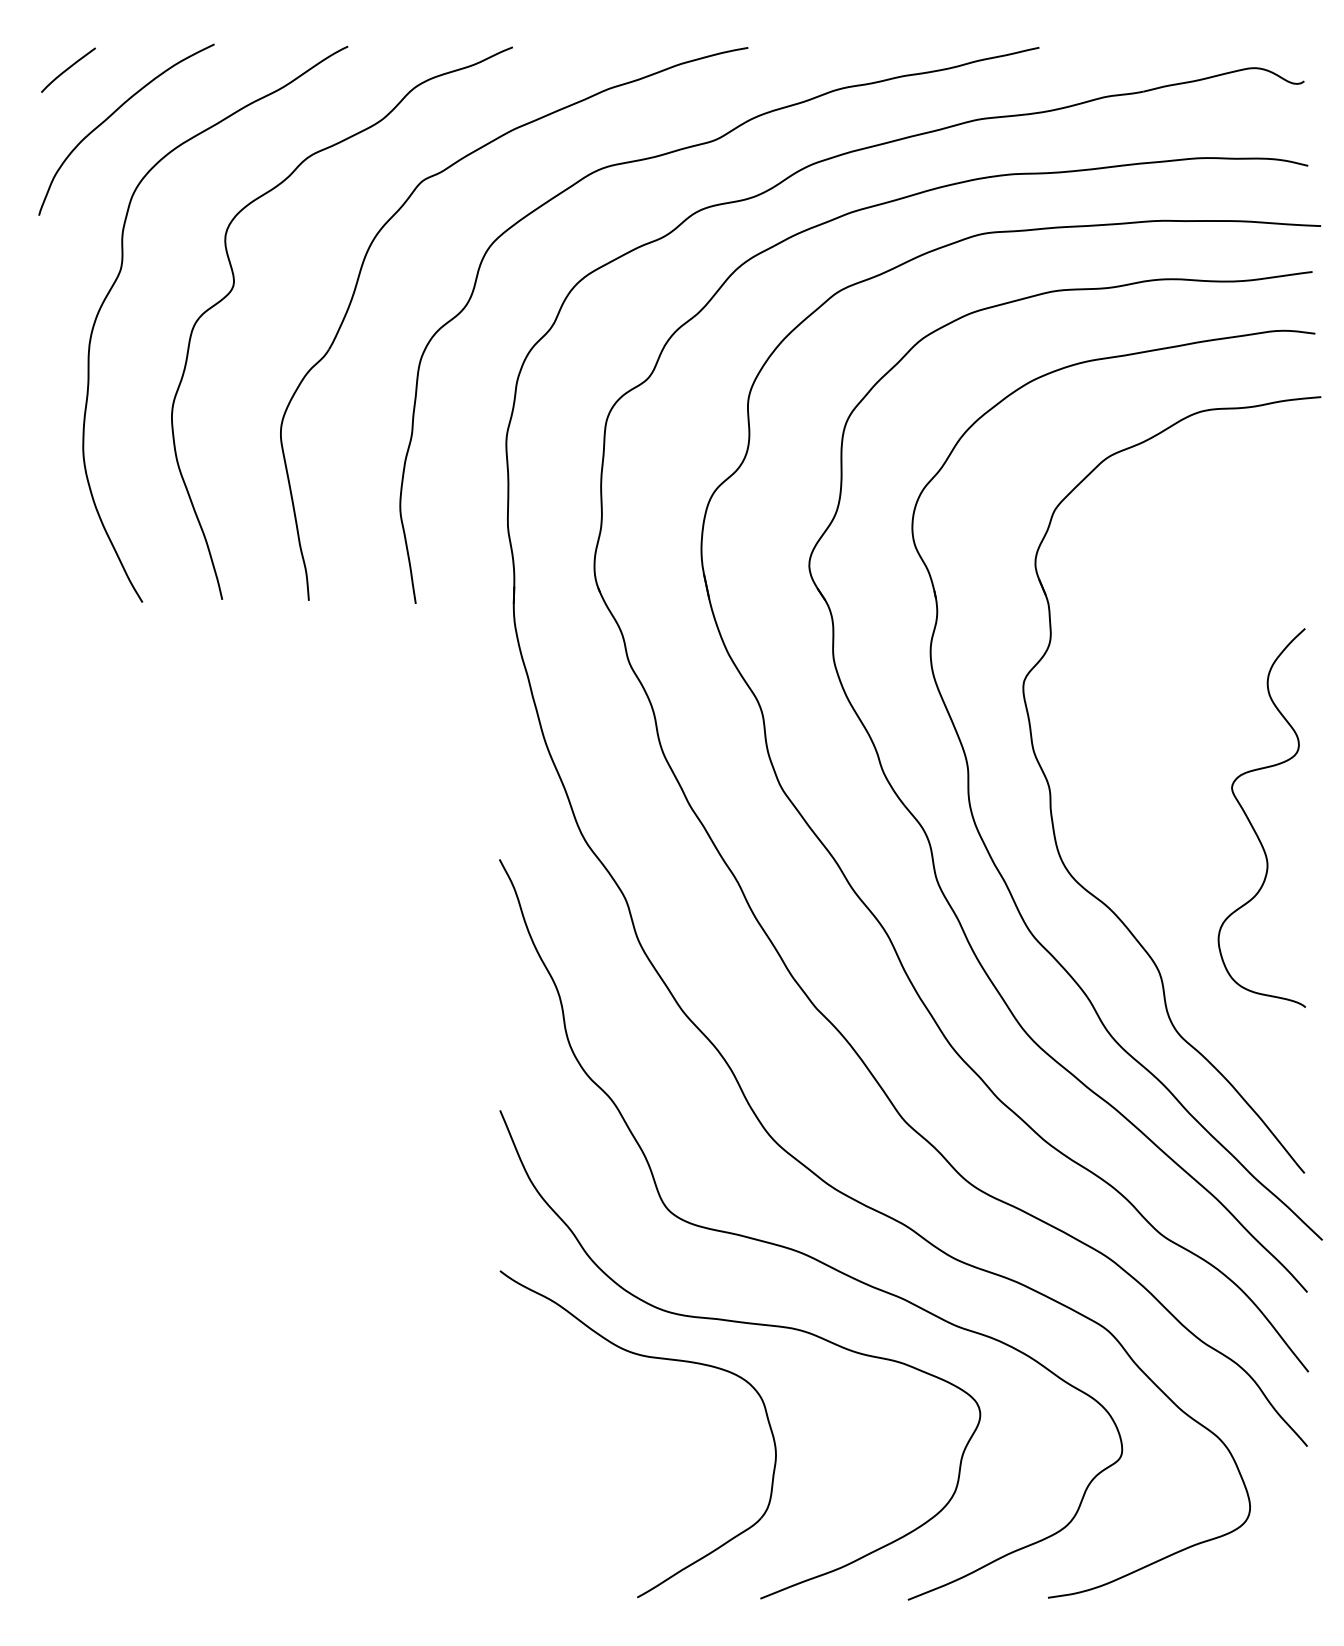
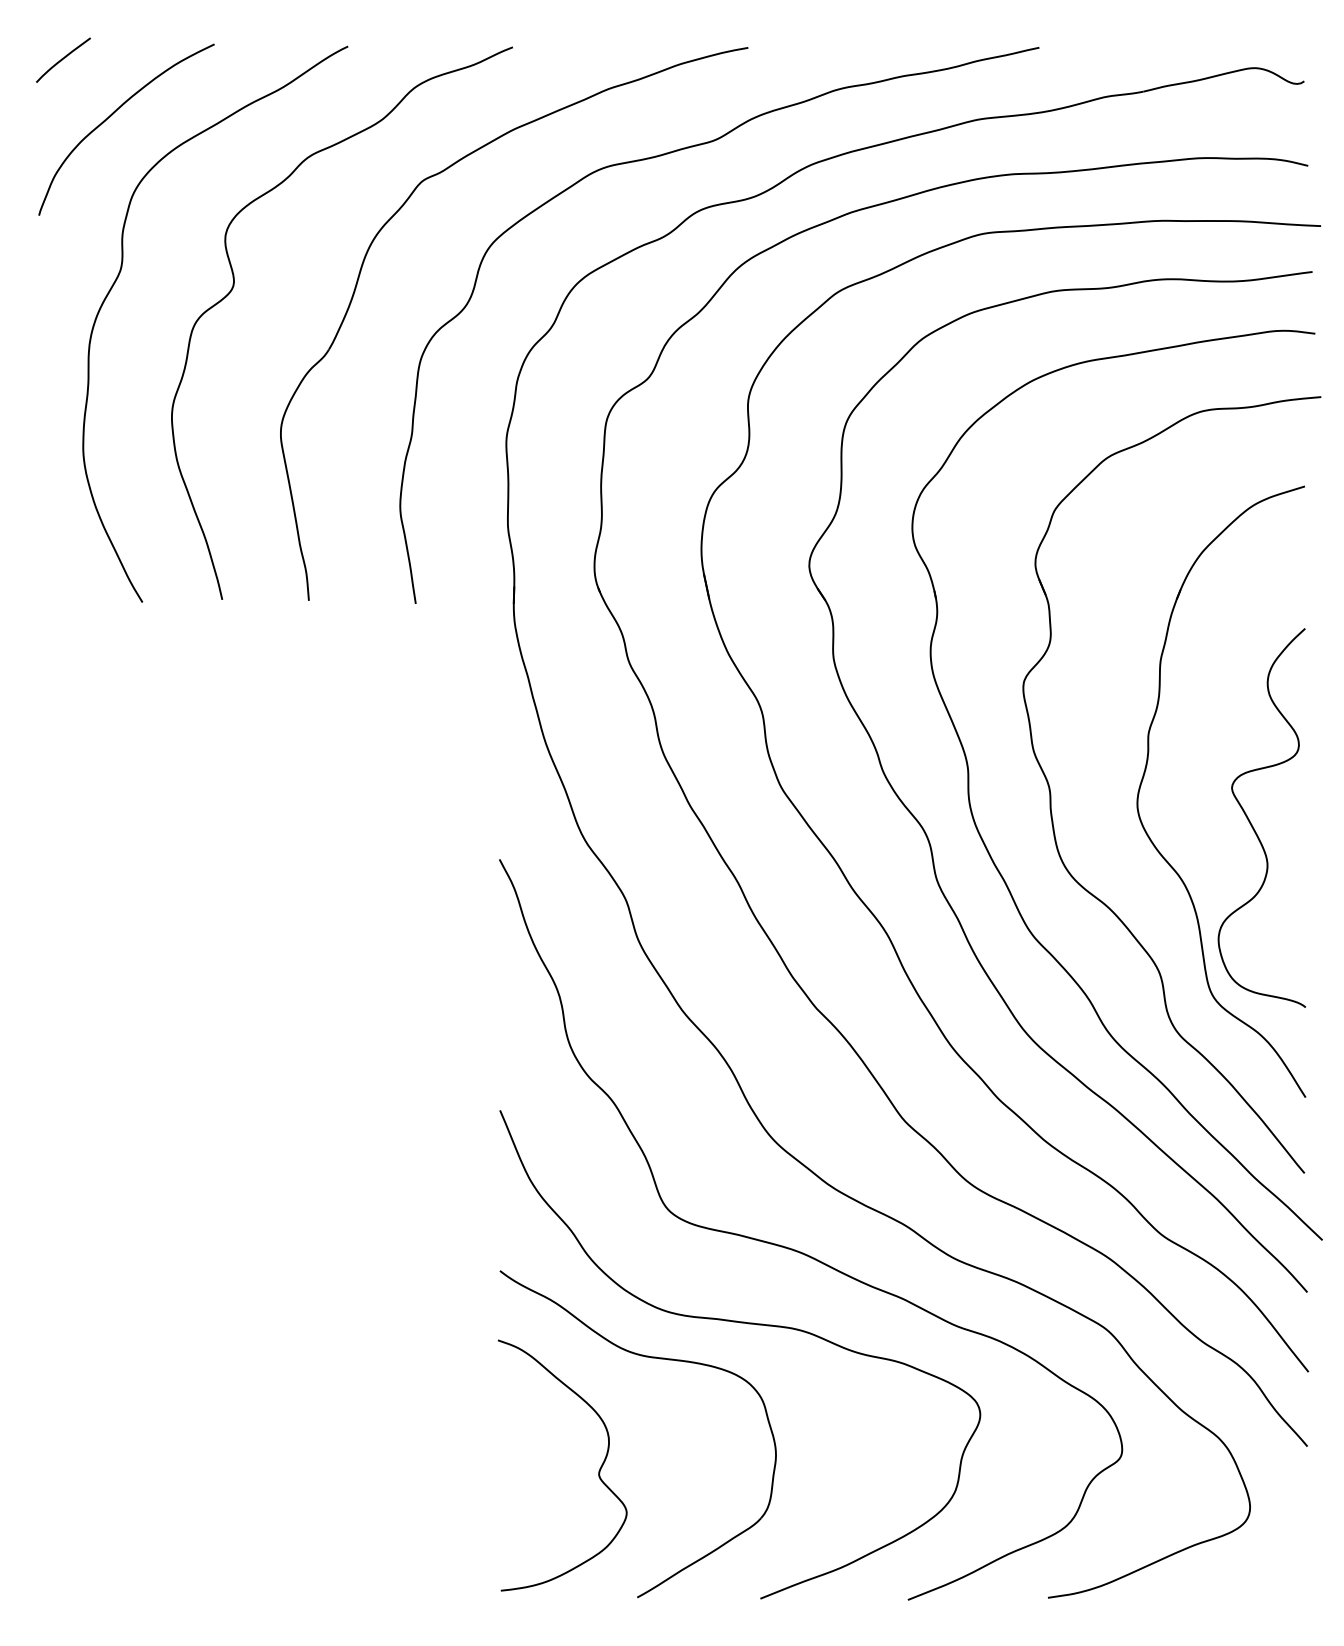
curve at (68, 69) position: (68, 69) -> (63, 59)
part at (1146, 770): none -> present
curve at (598, 1471): none -> present
